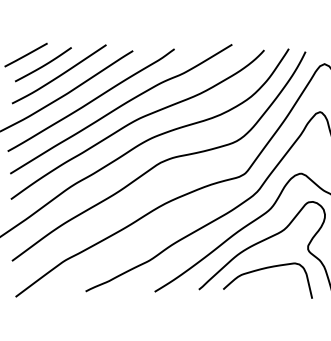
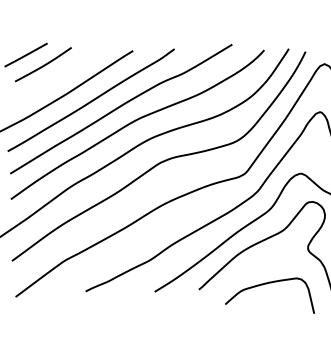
curve at (60, 74): present -> none
curve at (265, 269) position: (265, 269) -> (267, 284)
